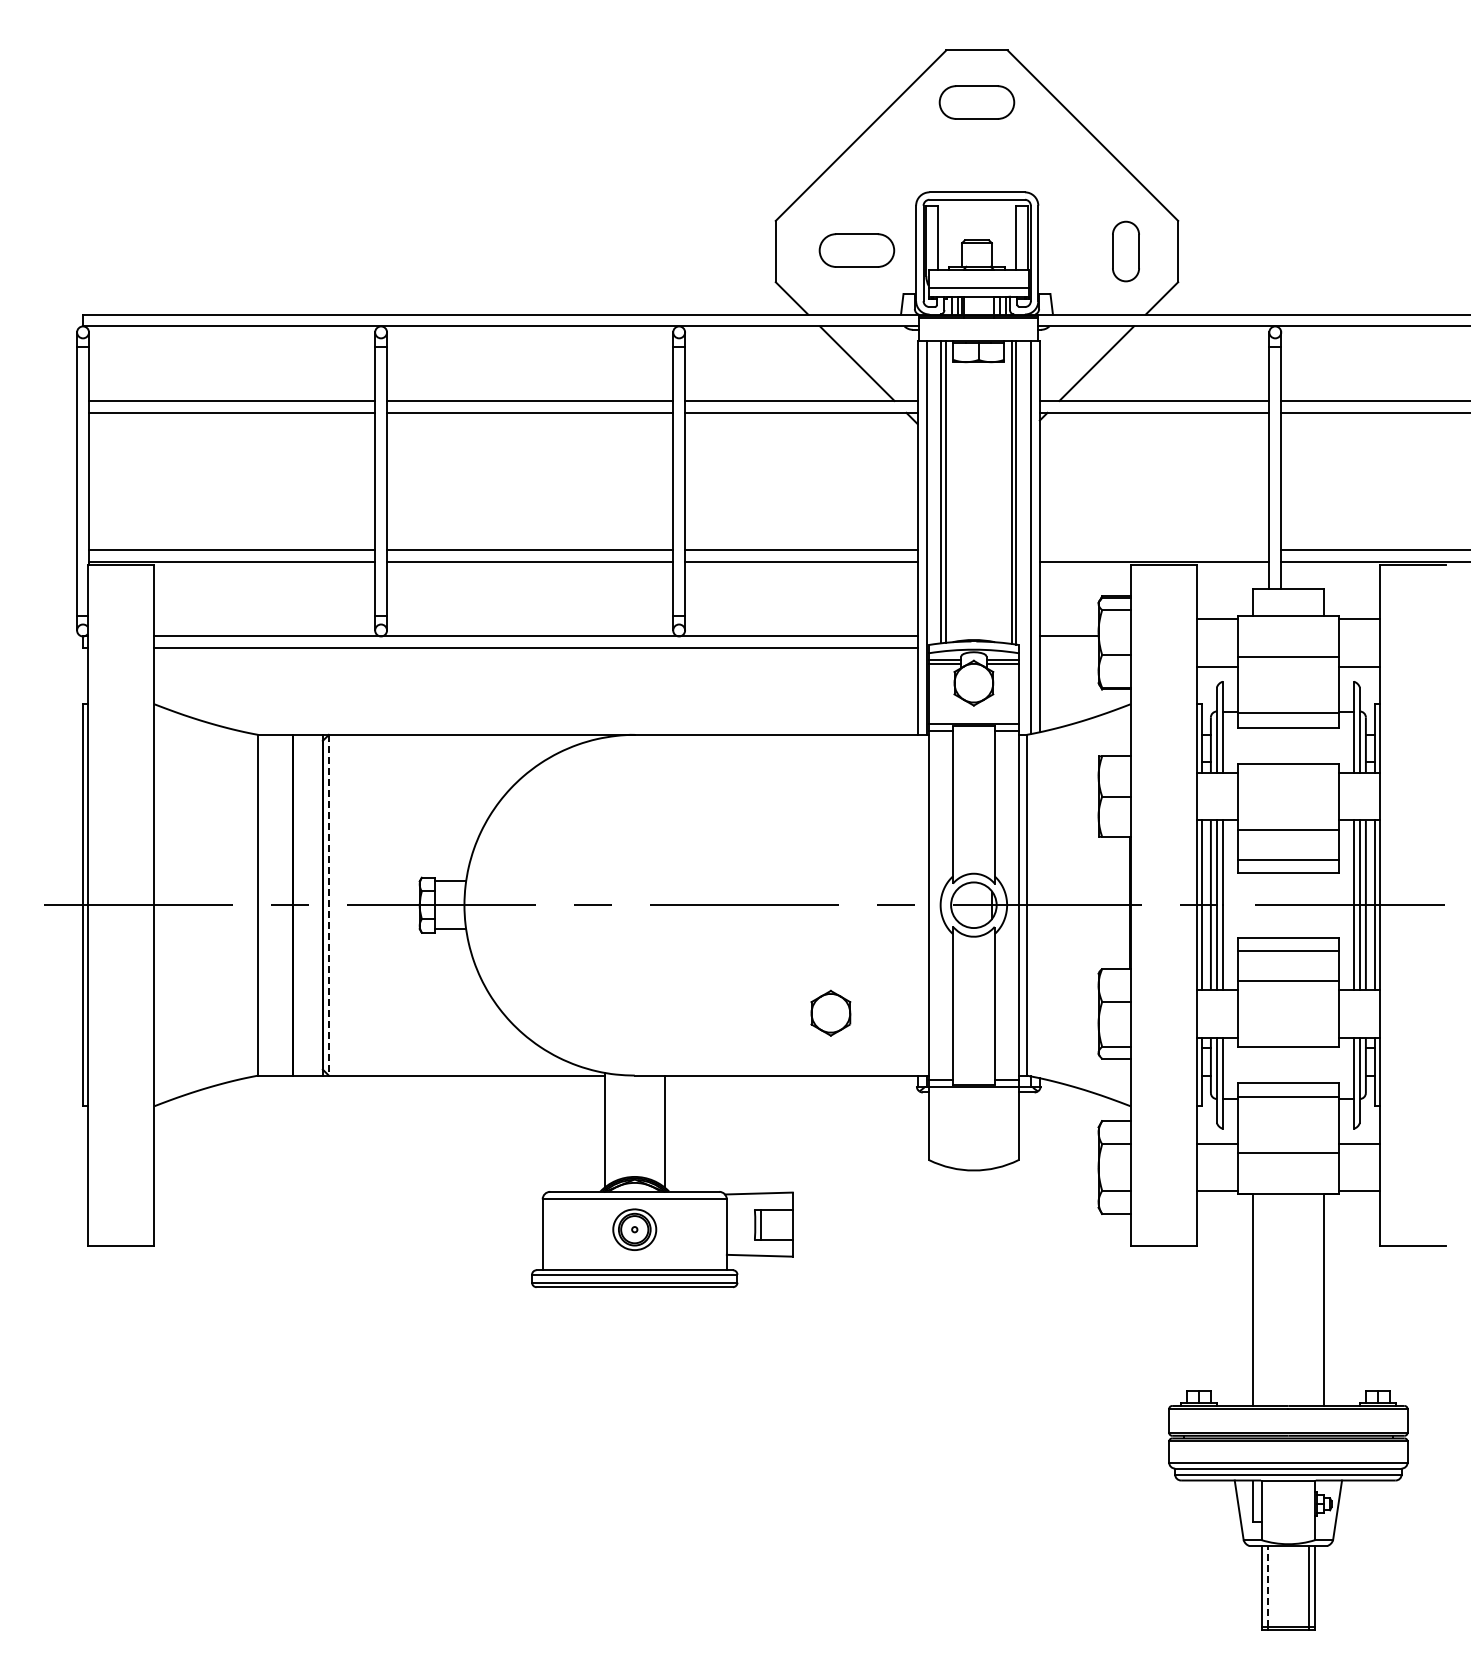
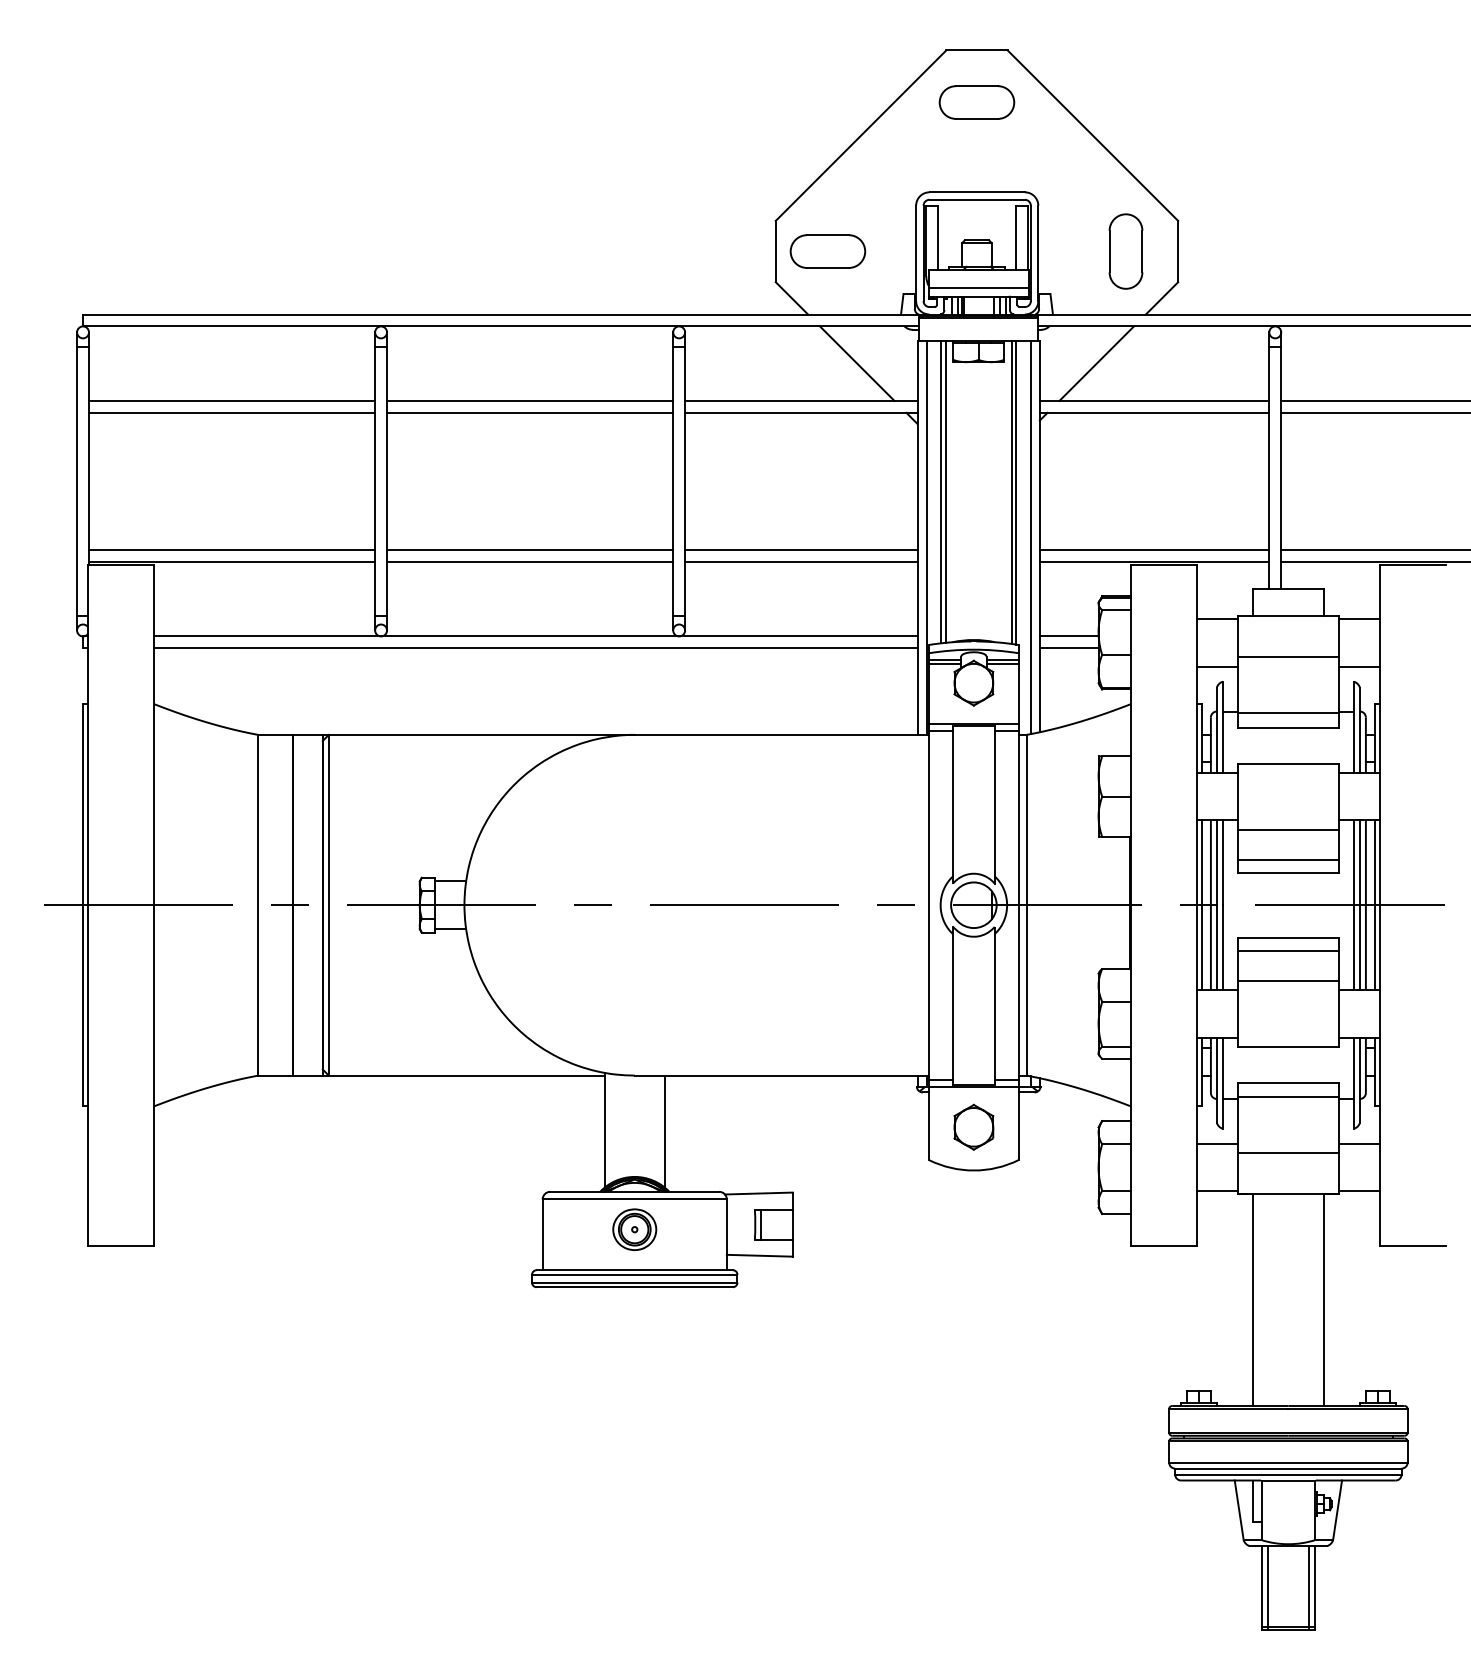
part at (856, 250) position: (856, 250) -> (827, 251)
part at (1125, 251) size: 28x63 px -> 36x77 px
line at (1154, 550): none -> present
line at (1068, 648): none -> present
line at (328, 905): dashed -> solid
part at (830, 1012) position: (830, 1012) -> (973, 1126)
line at (1267, 1585): dashed -> solid
